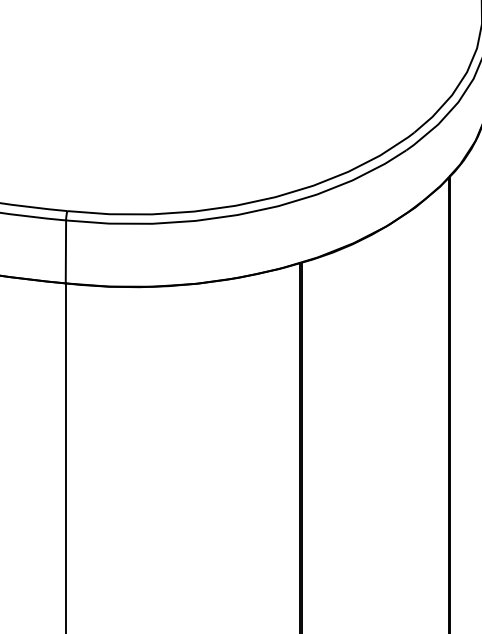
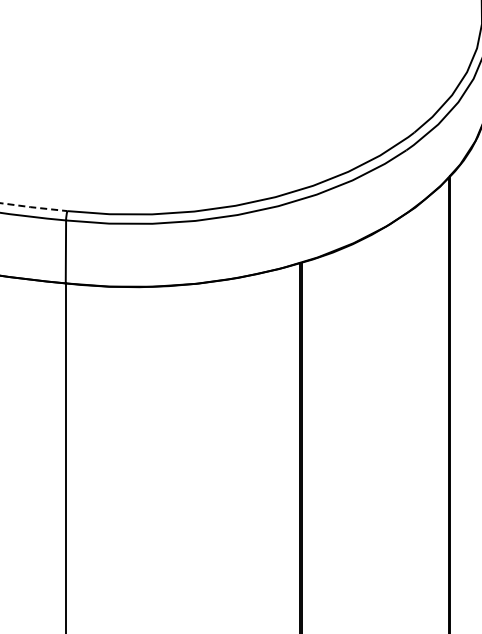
arc at (33, 207): solid -> dashed
